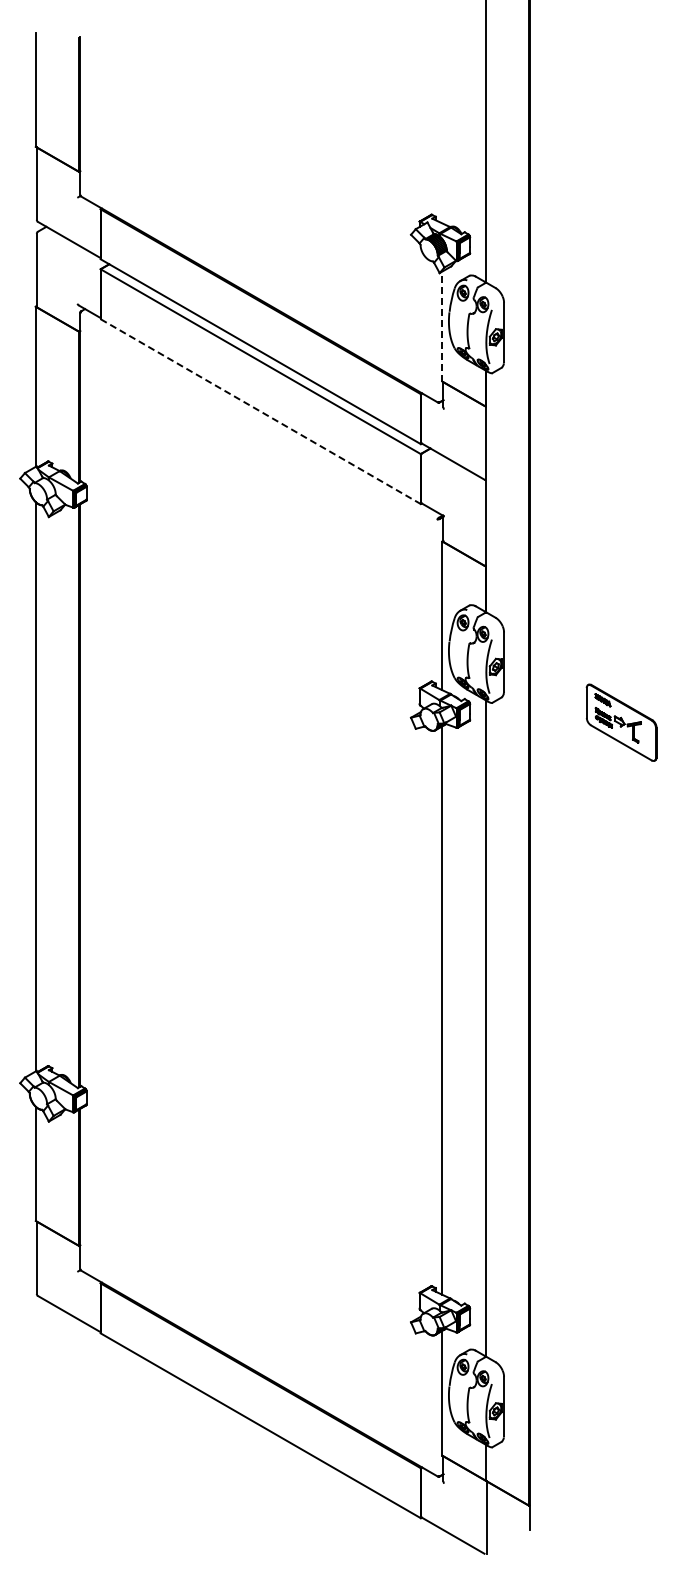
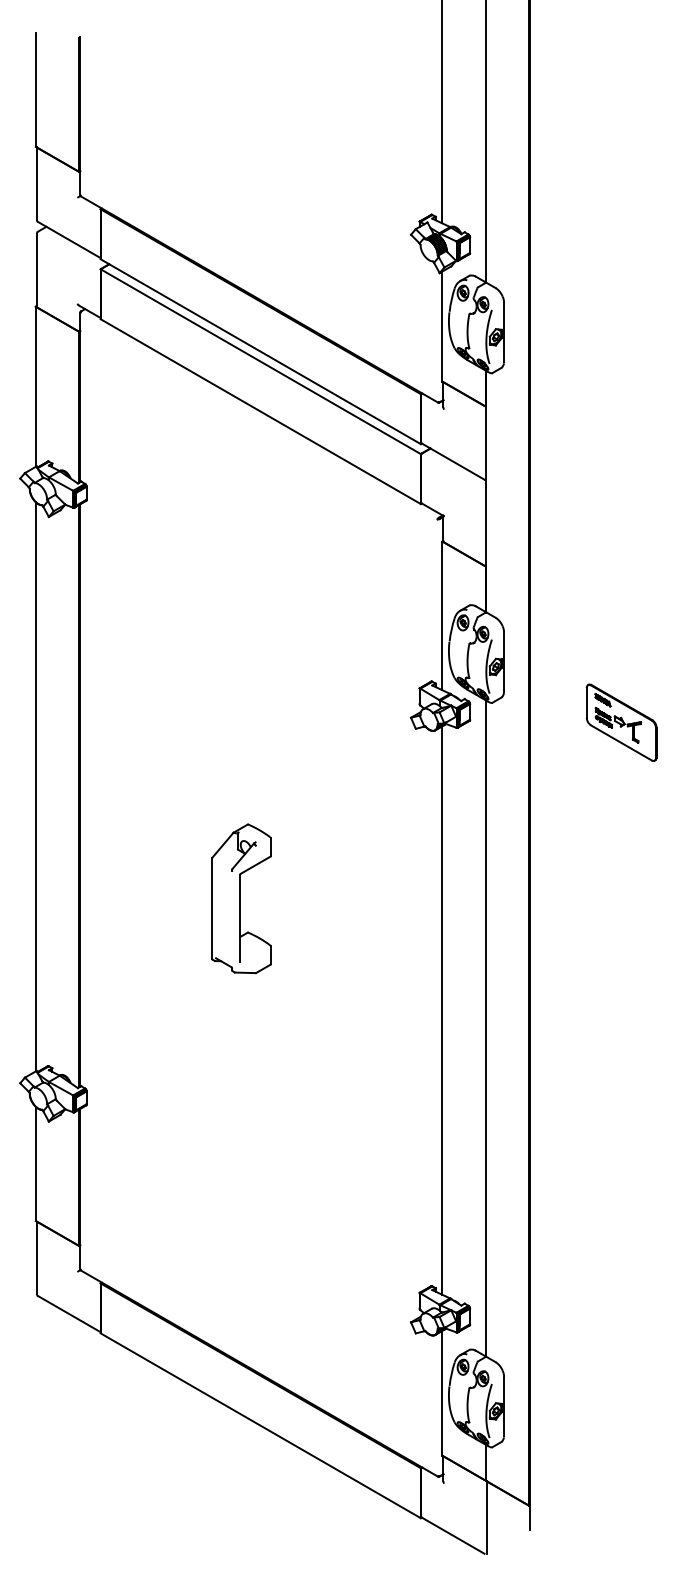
line at (442, 112): none -> present
line at (442, 326): dashed -> solid
line at (260, 411): dashed -> solid
part at (241, 898): none -> present
